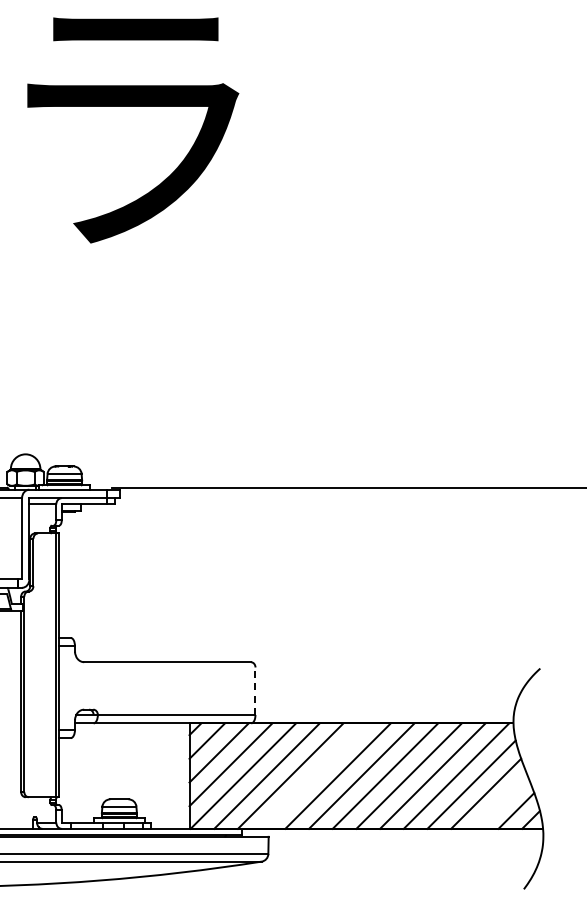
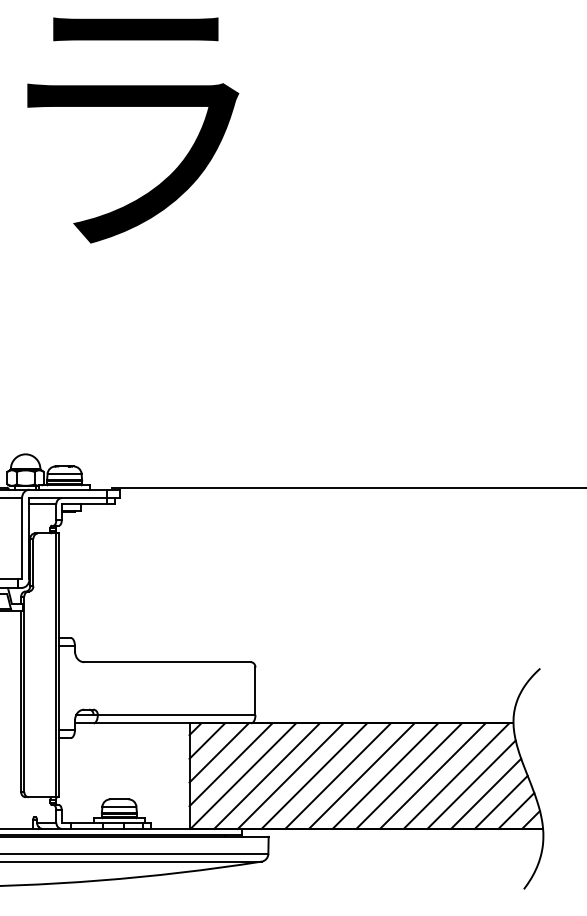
line at (255, 691): dashed -> solid
line at (314, 775): none -> present
line at (500, 801): none -> present
